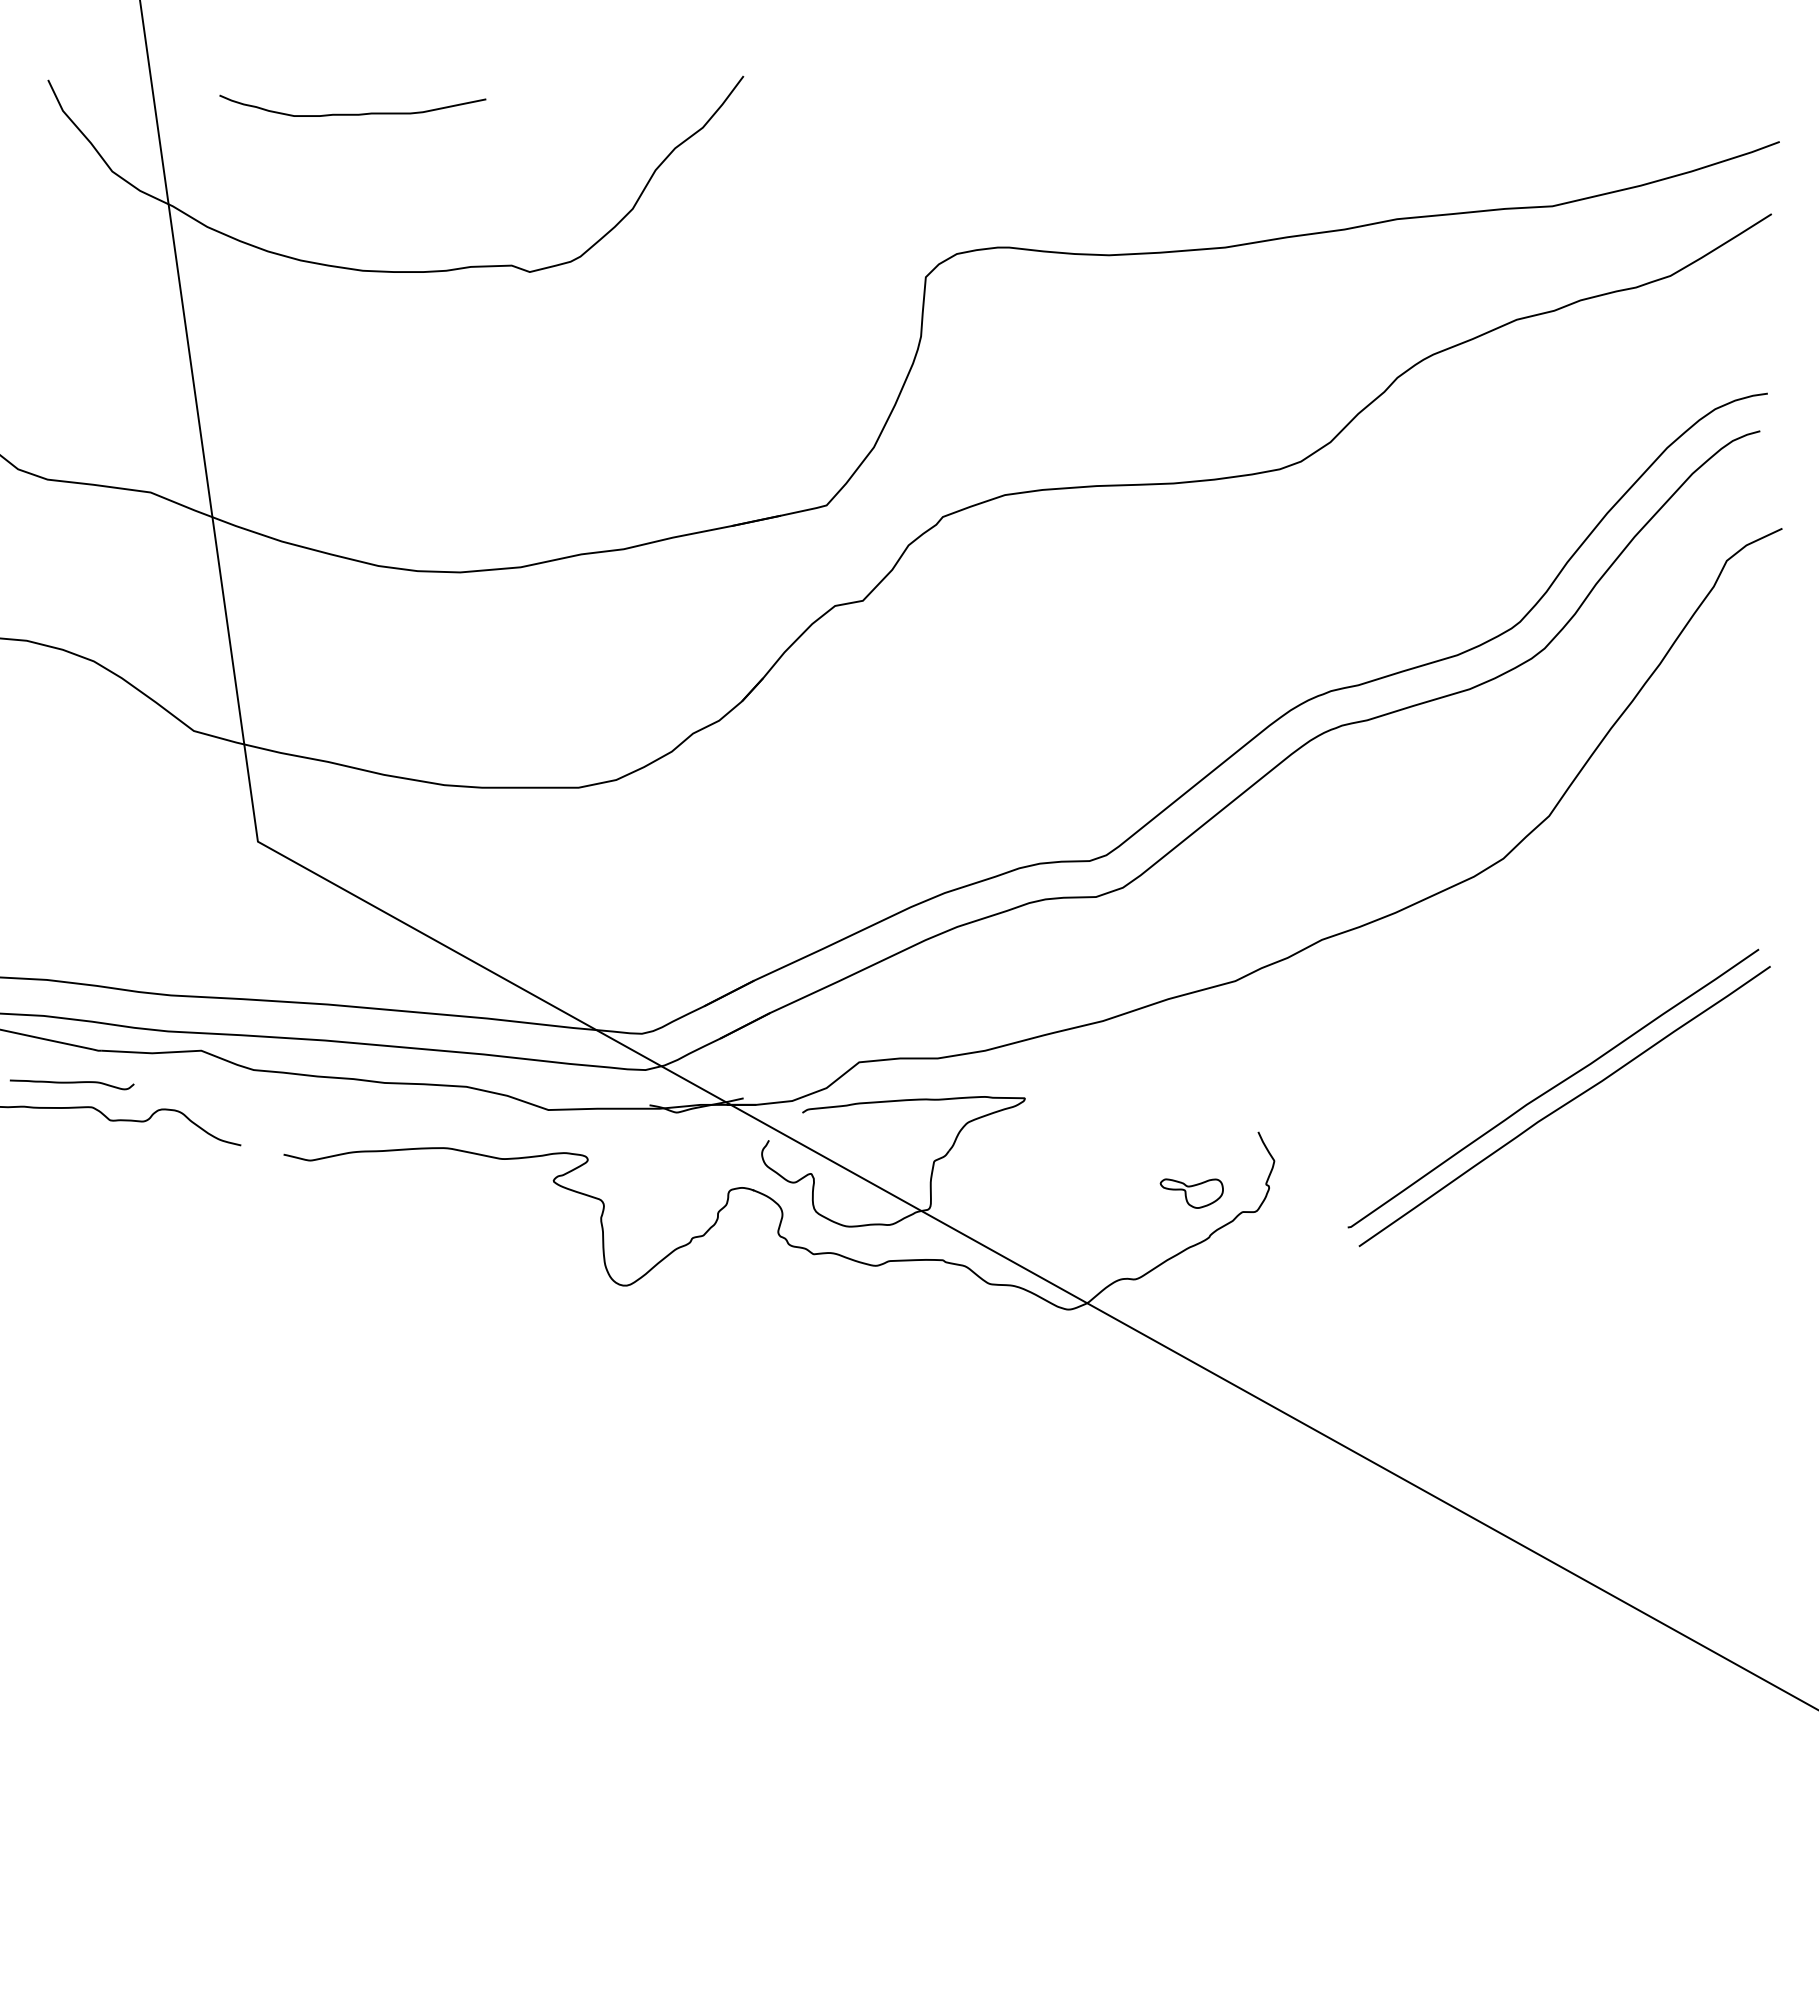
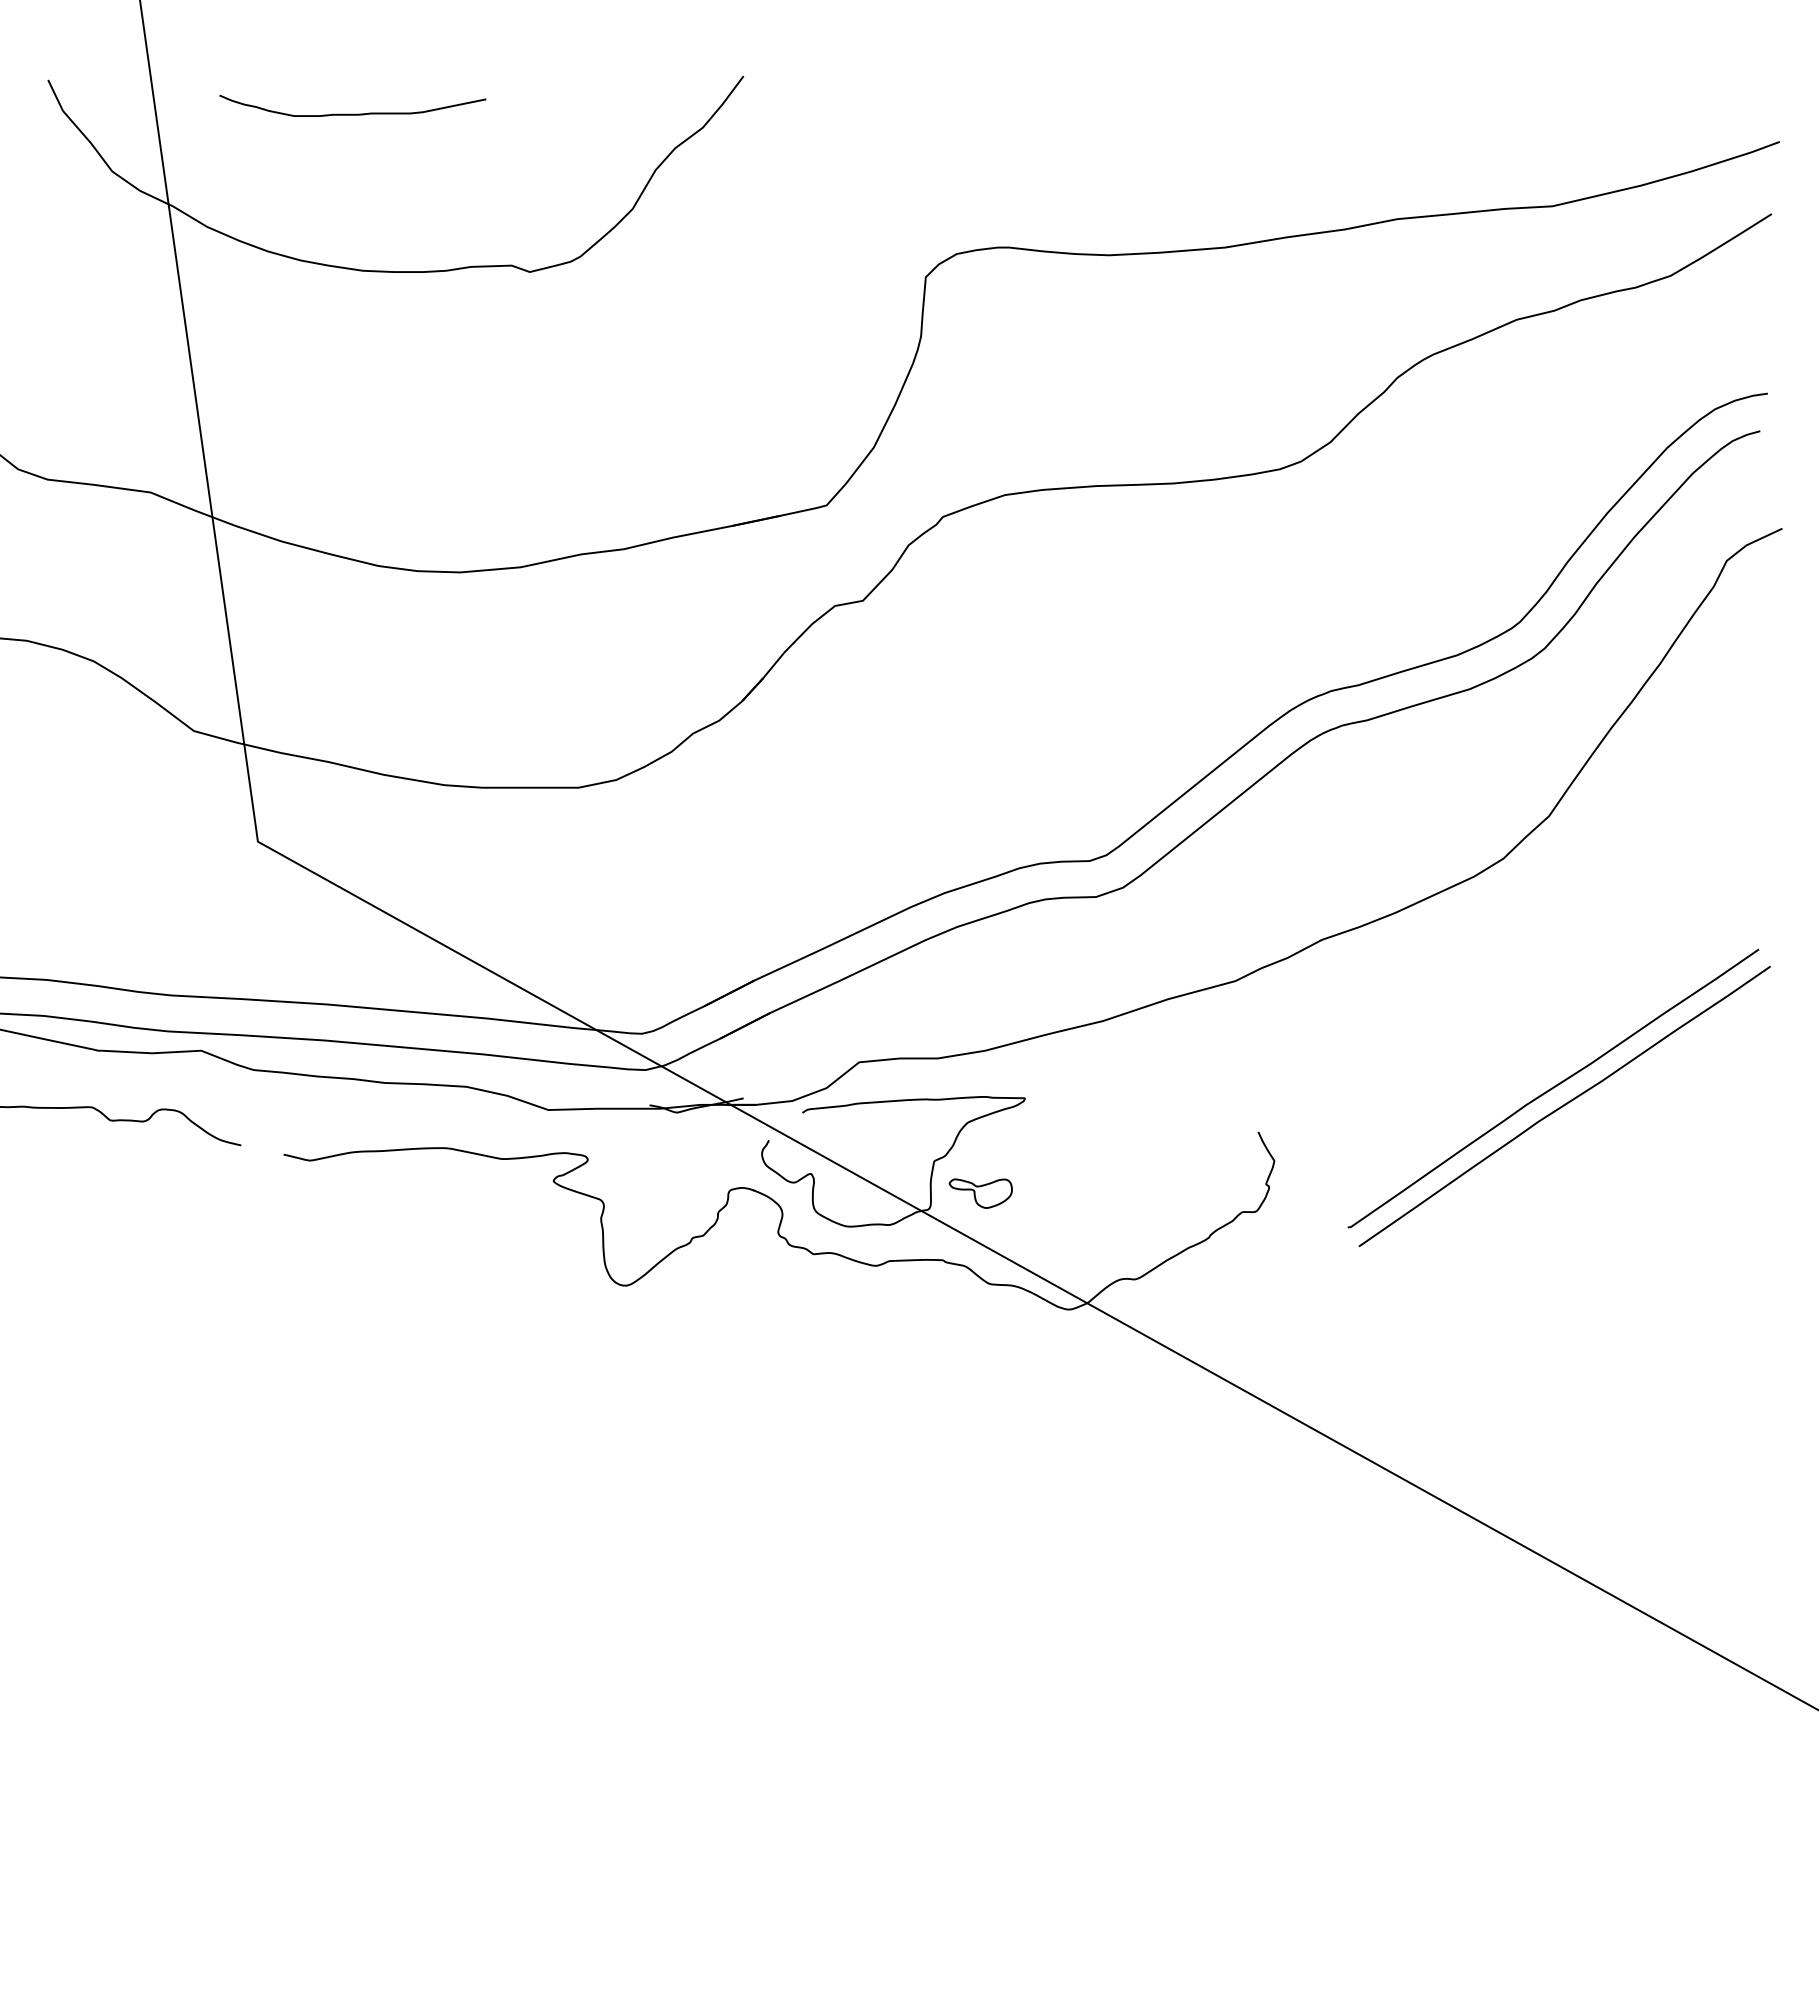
curve at (71, 1083): present -> none
part at (1191, 1193) position: (1191, 1193) -> (980, 1193)
